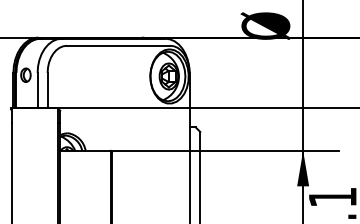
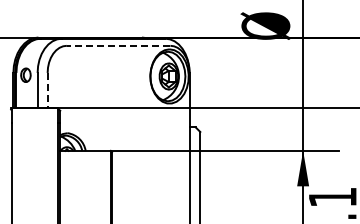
line at (118, 45): solid -> dashed
line at (47, 90): solid -> dashed
